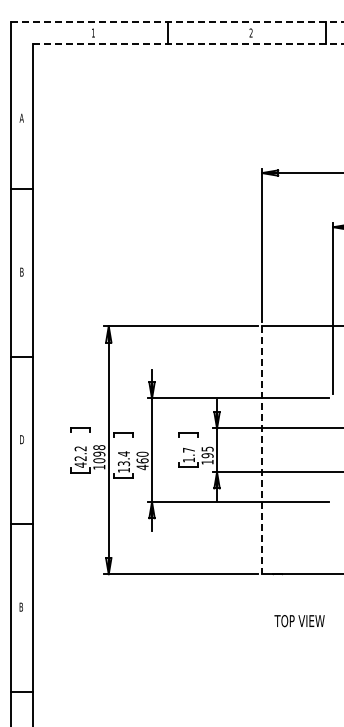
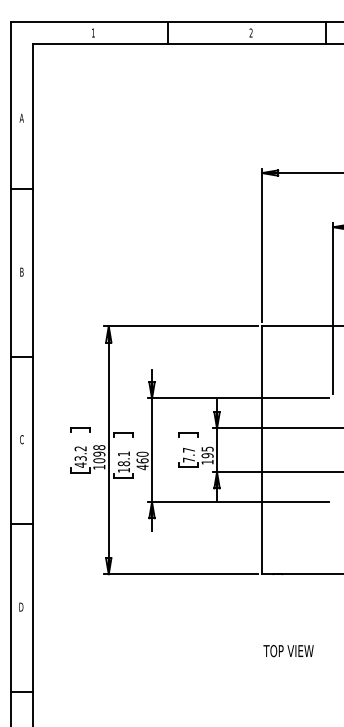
line at (177, 21): dashed -> solid
line at (188, 44): dashed -> solid
text at (22, 439): D -> C
line at (262, 450): dashed -> solid
text at (81, 458): 42.2 -> 43.2
text at (123, 458): 13.4 -> 18.1
text at (188, 459): 1.7 -> 7.7
text at (21, 606): B -> D
text at (299, 621) position: (299, 621) -> (288, 651)
